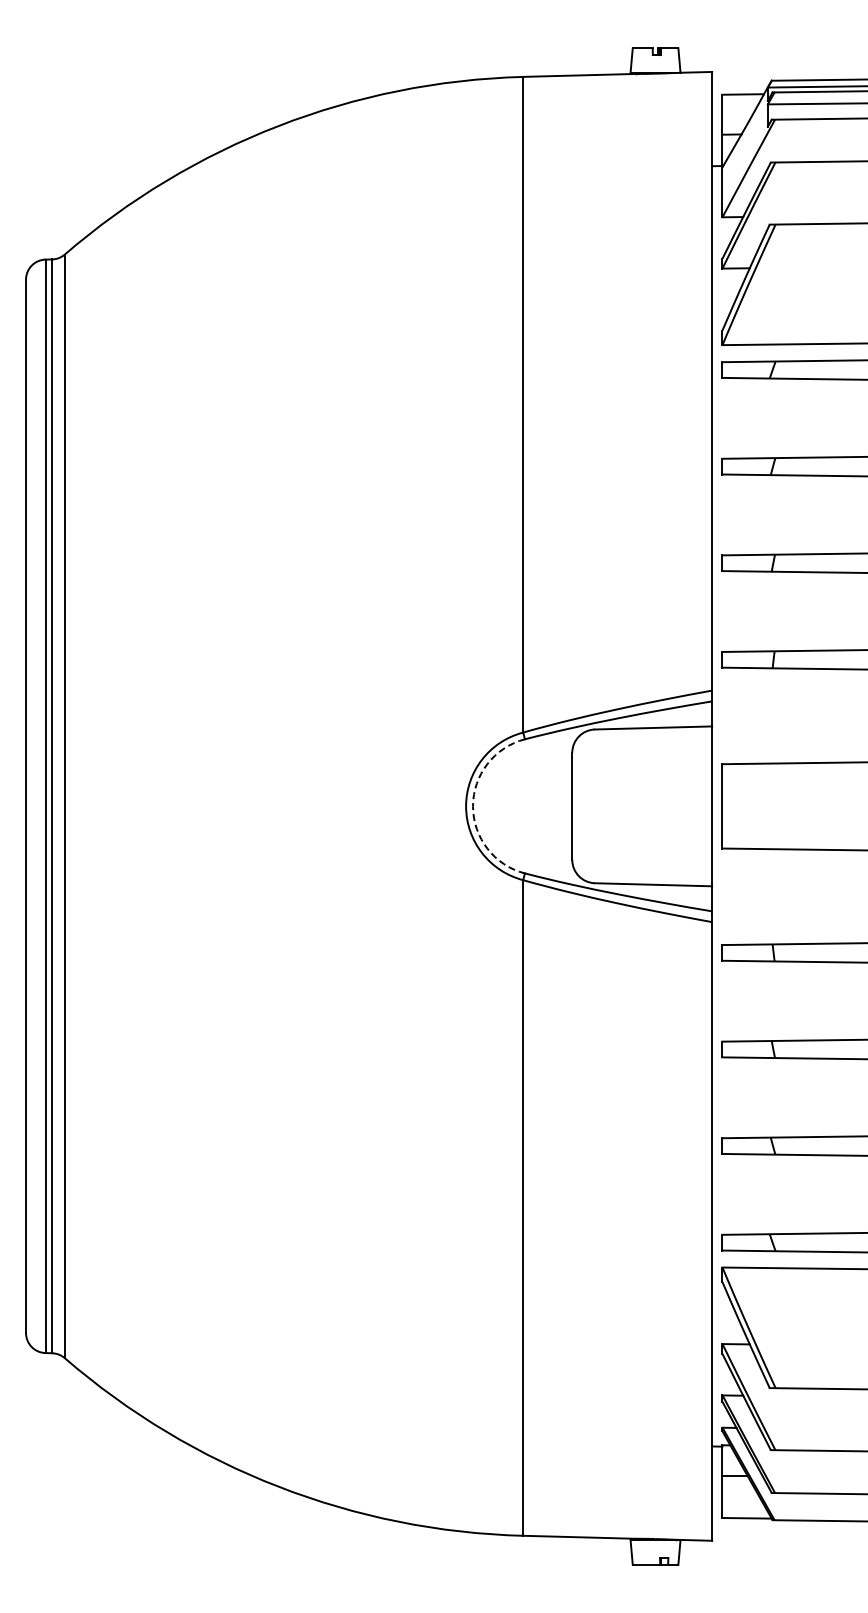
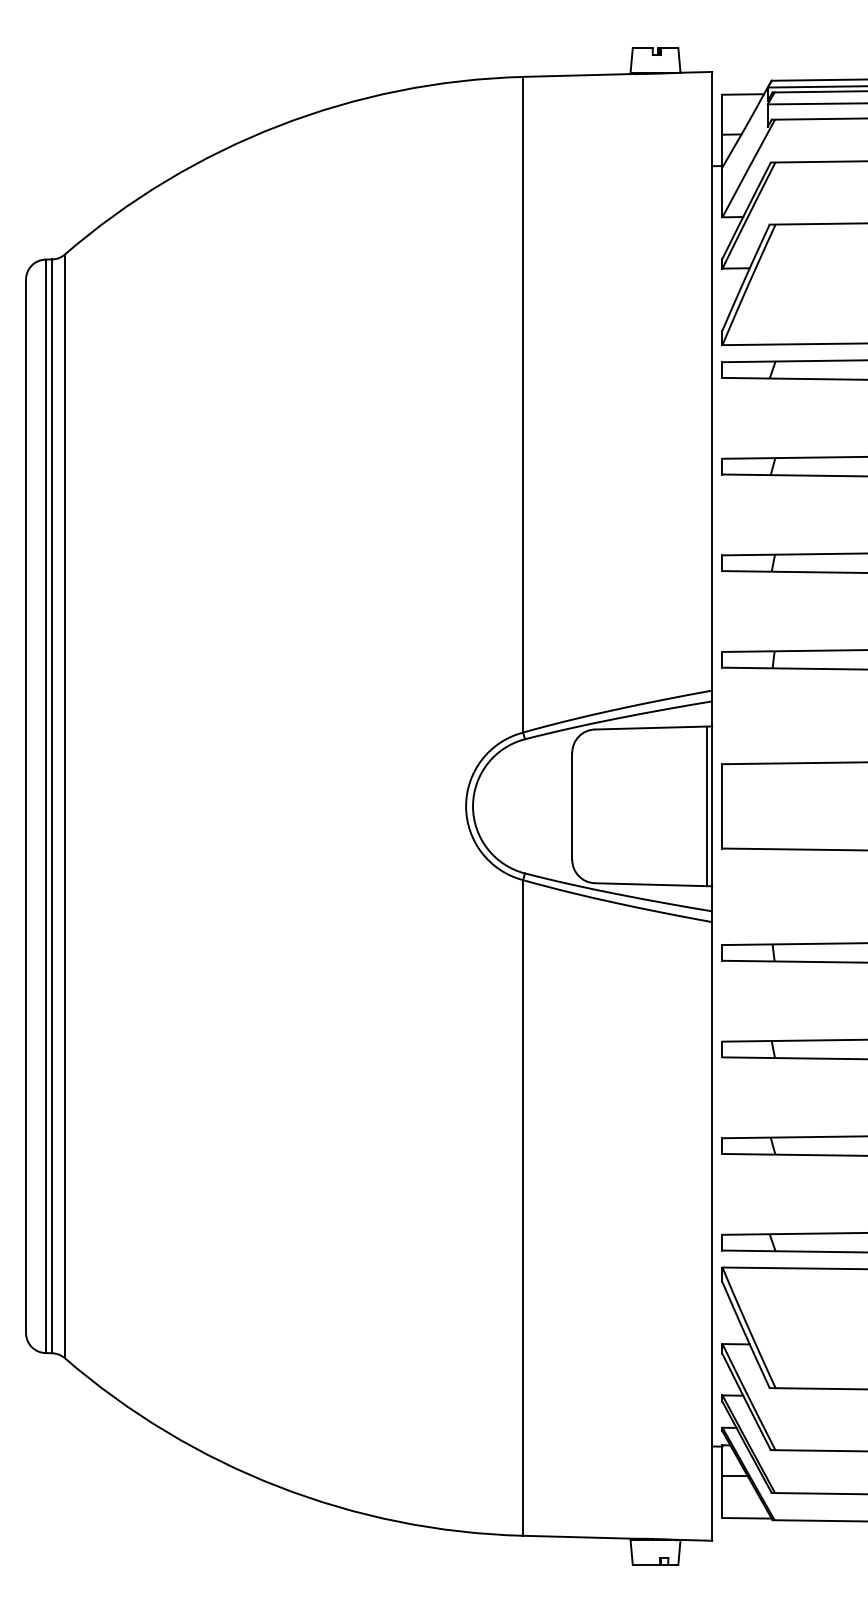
arc at (473, 806): dashed -> solid
line at (707, 806): none -> present
